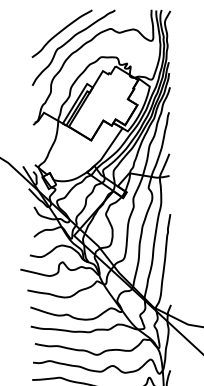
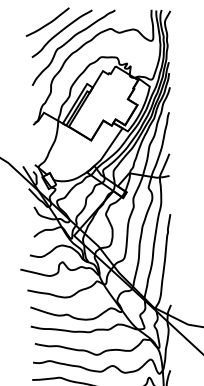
curve at (48, 22): none -> present
